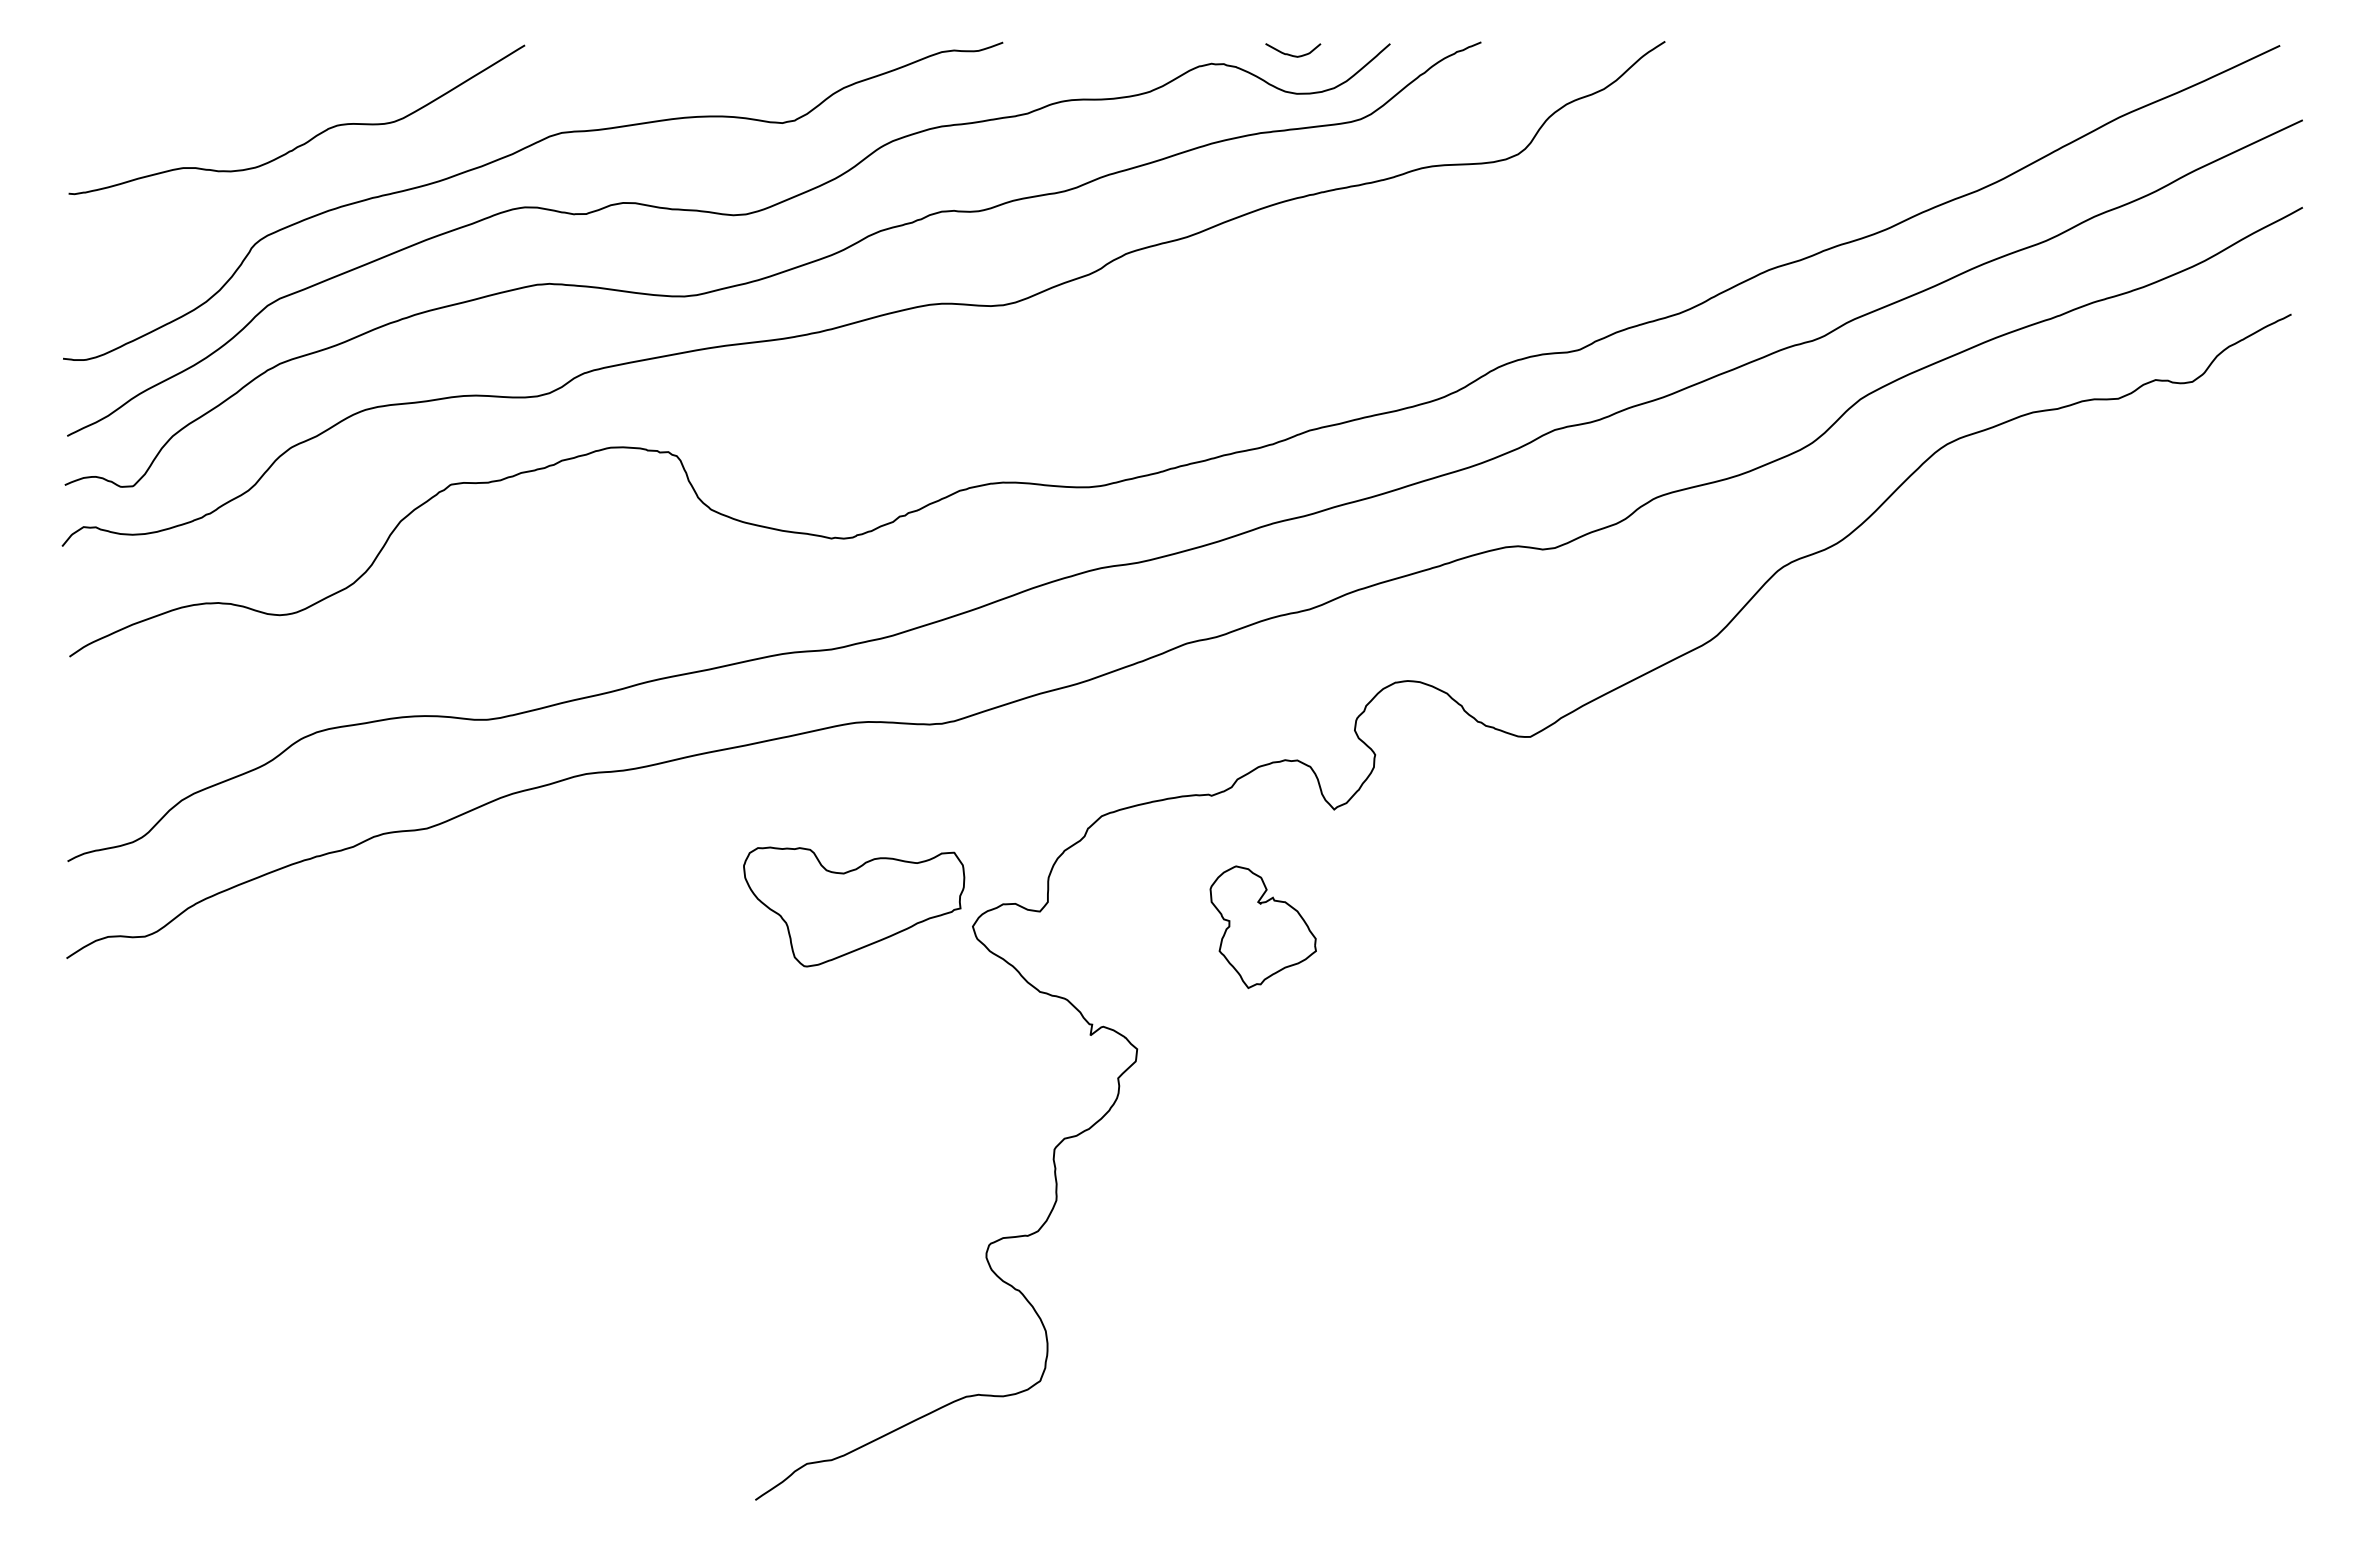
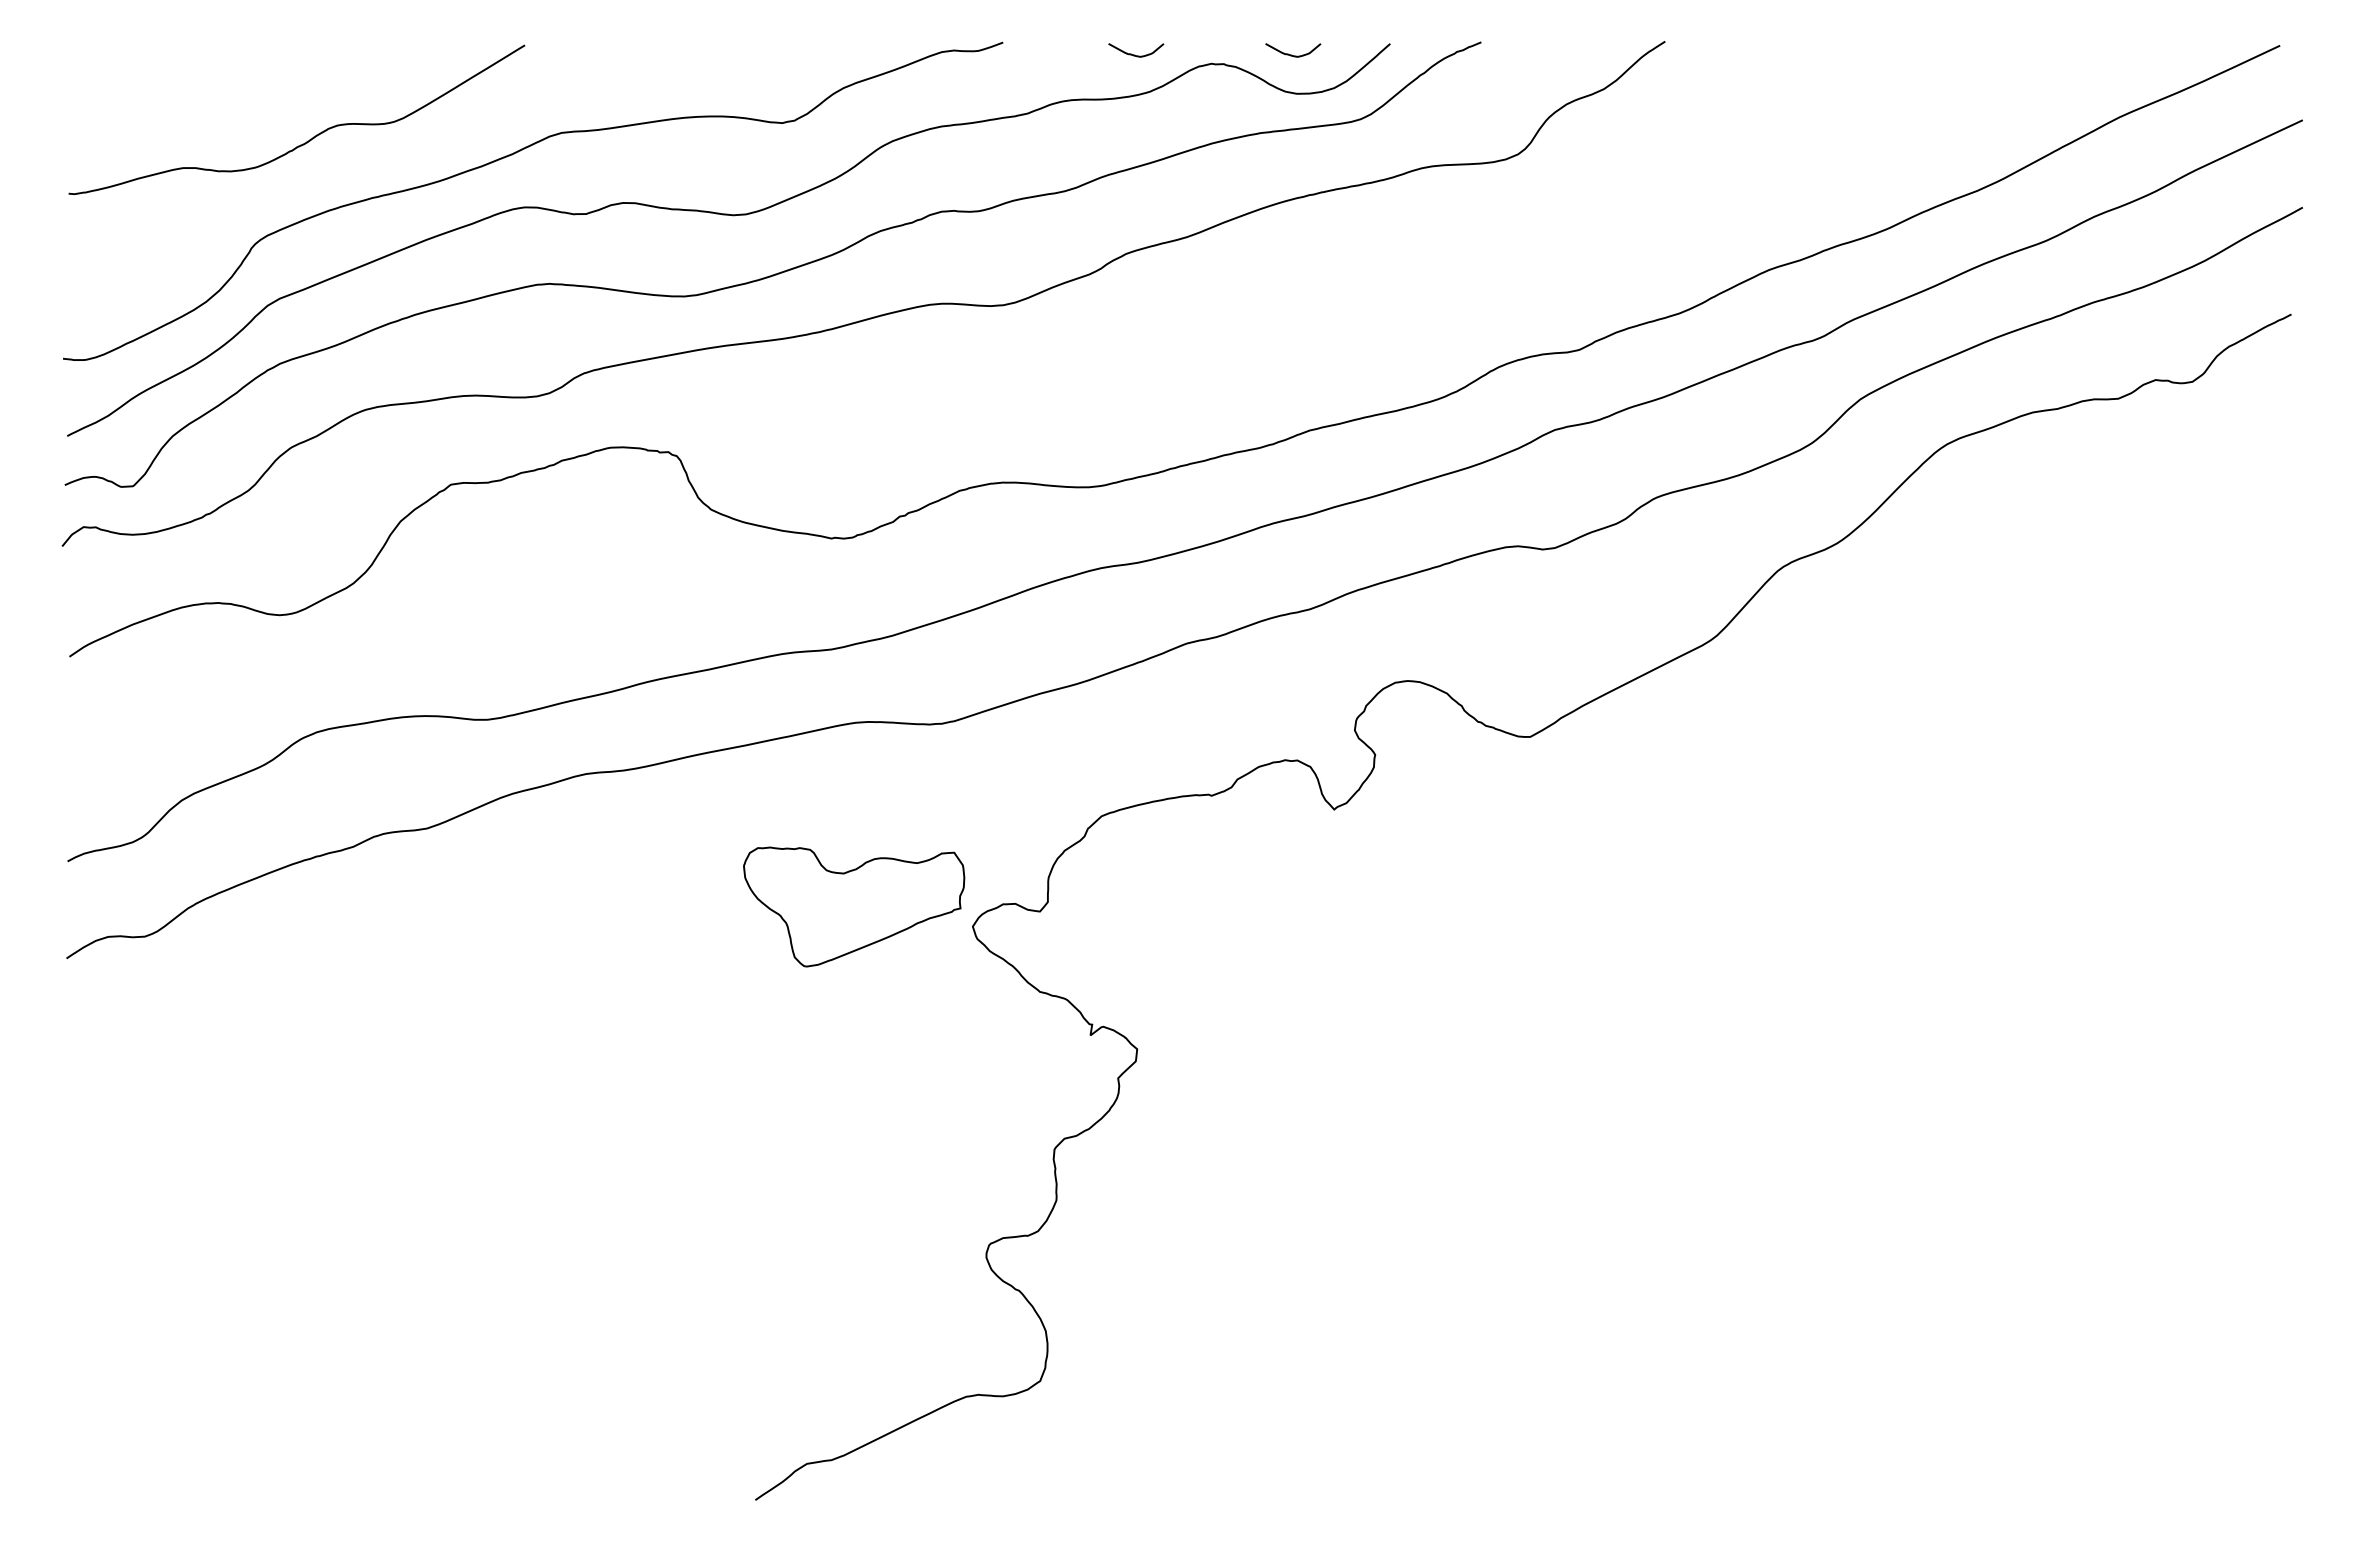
curve at (1134, 54): none -> present
part at (1262, 926): present -> none
